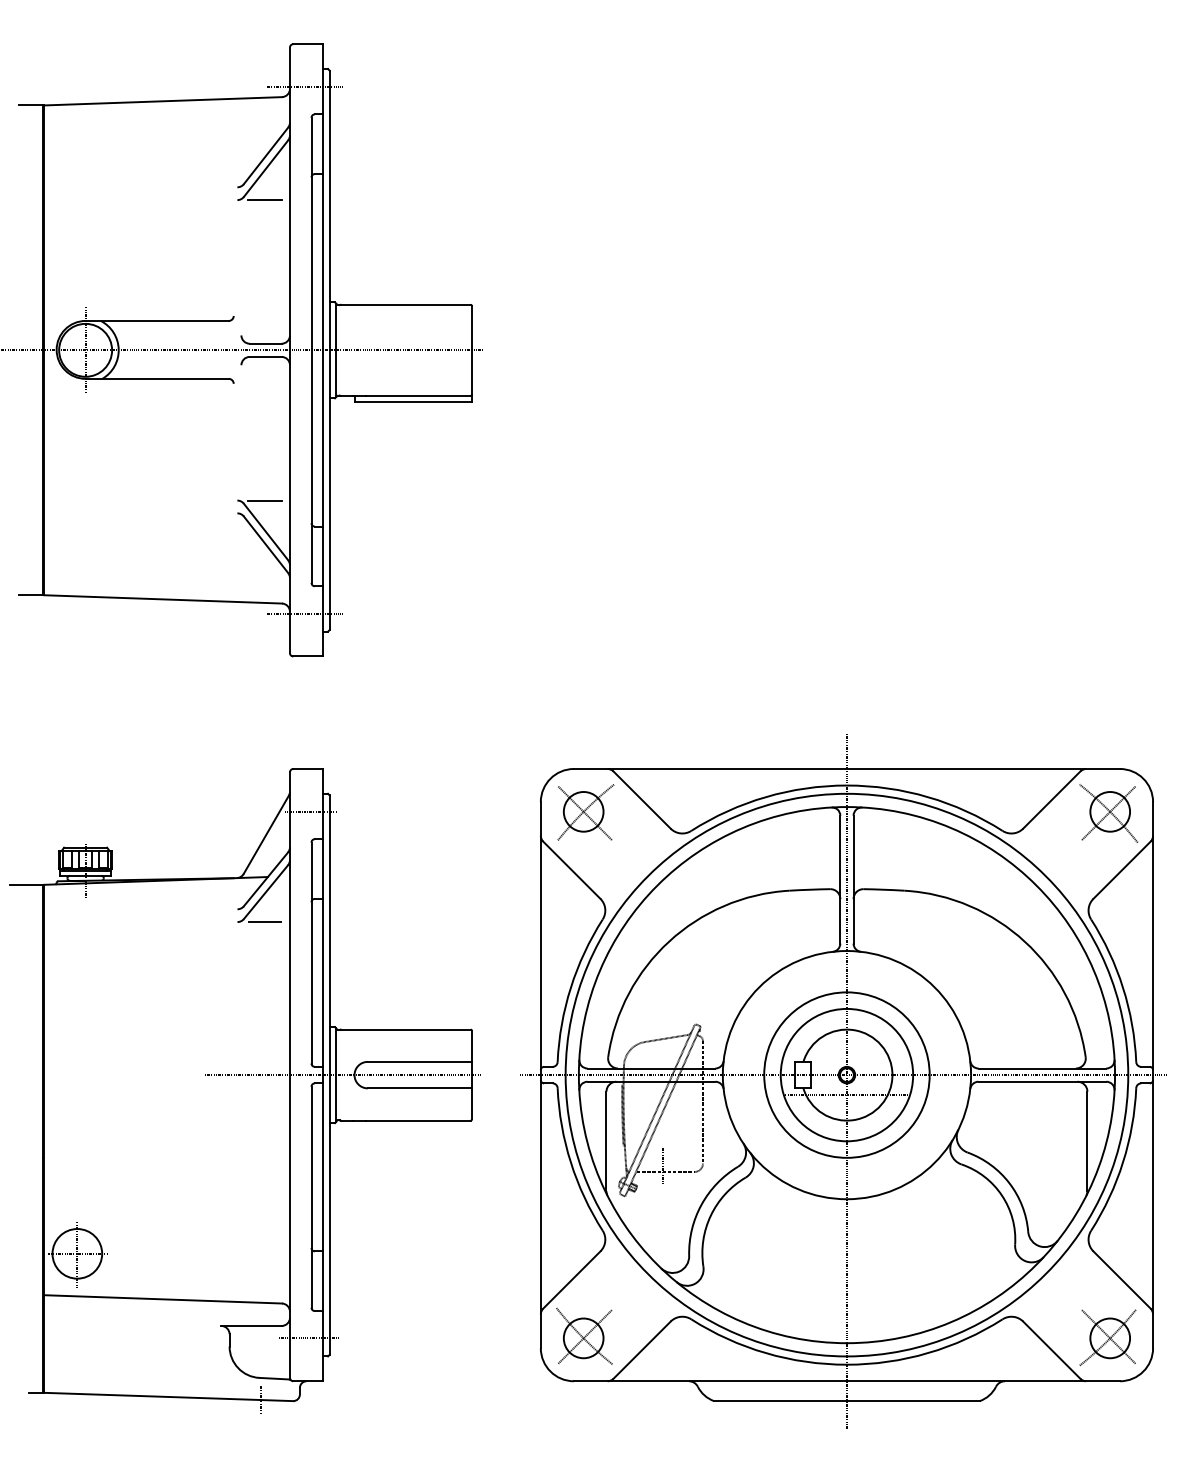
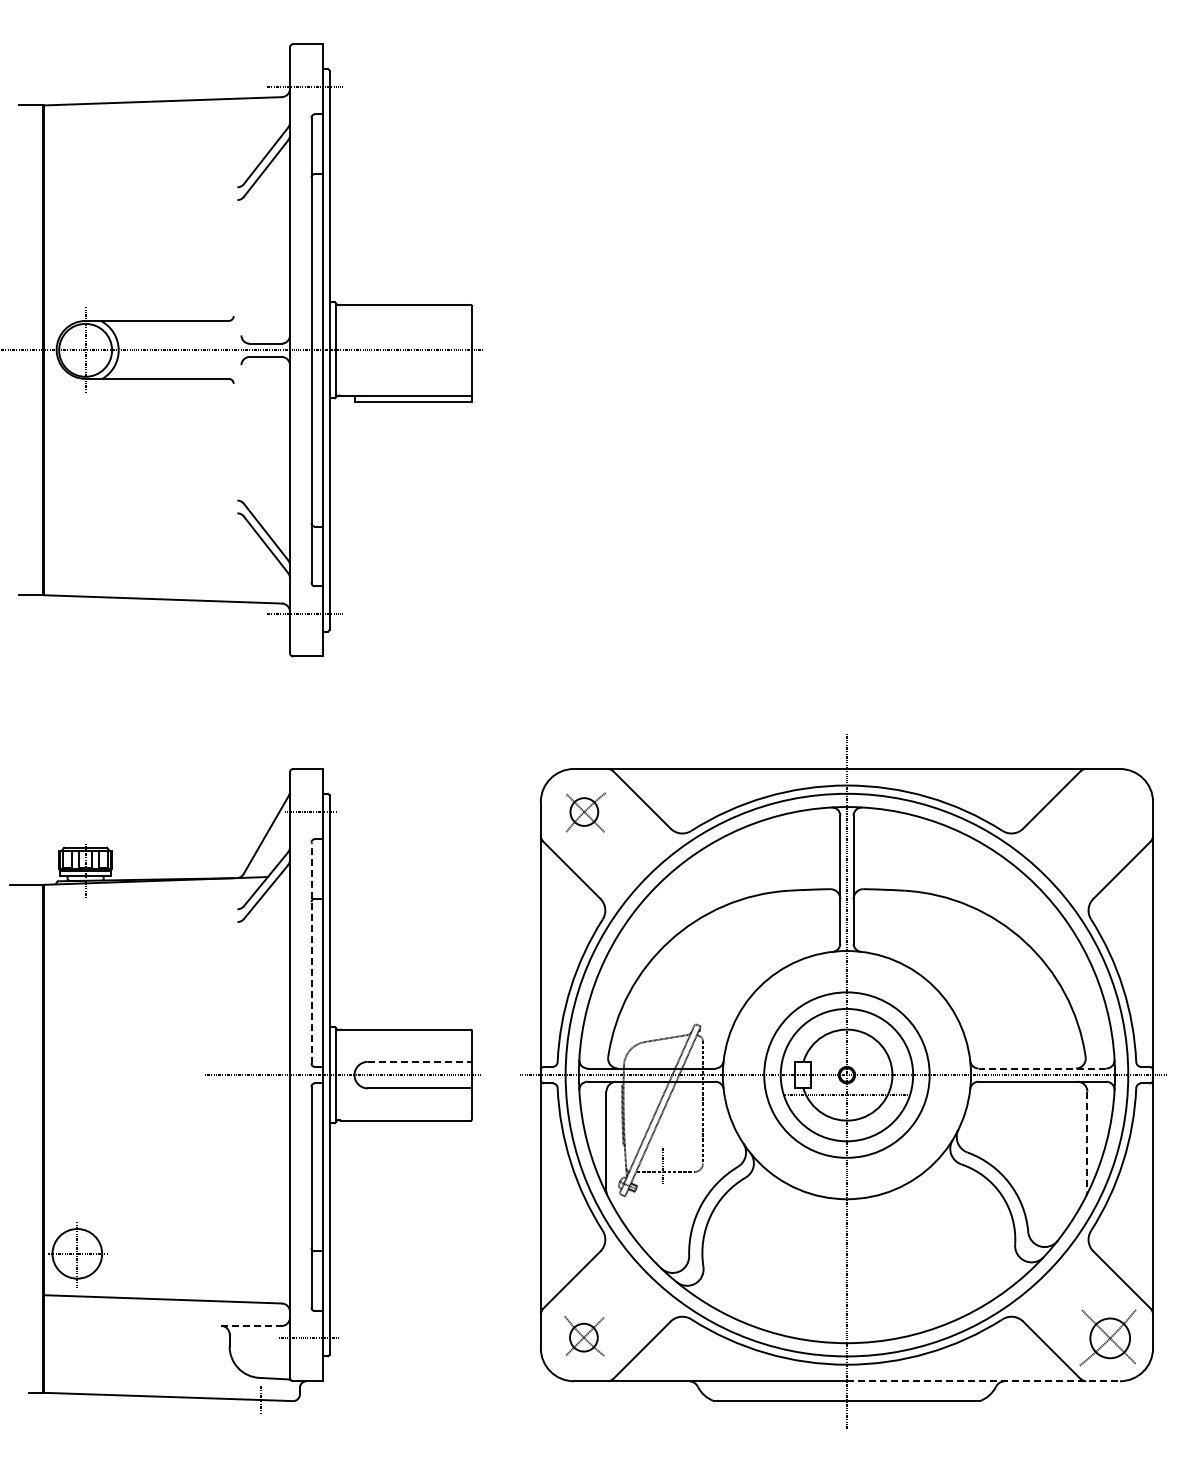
line at (264, 200): present -> none
line at (264, 500): present -> none
part at (585, 812) size: 58x57 px -> 41x41 px
part at (1108, 813): present -> none
line at (264, 922): present -> none
line at (311, 953): solid -> dashed
line at (420, 1061): solid -> dashed
line at (1042, 1068): solid -> dashed
line at (1087, 1141): solid -> dashed
line at (252, 1325): solid -> dashed
part at (584, 1335) size: 57x58 px -> 41x41 px
line at (983, 1381): solid -> dashed
